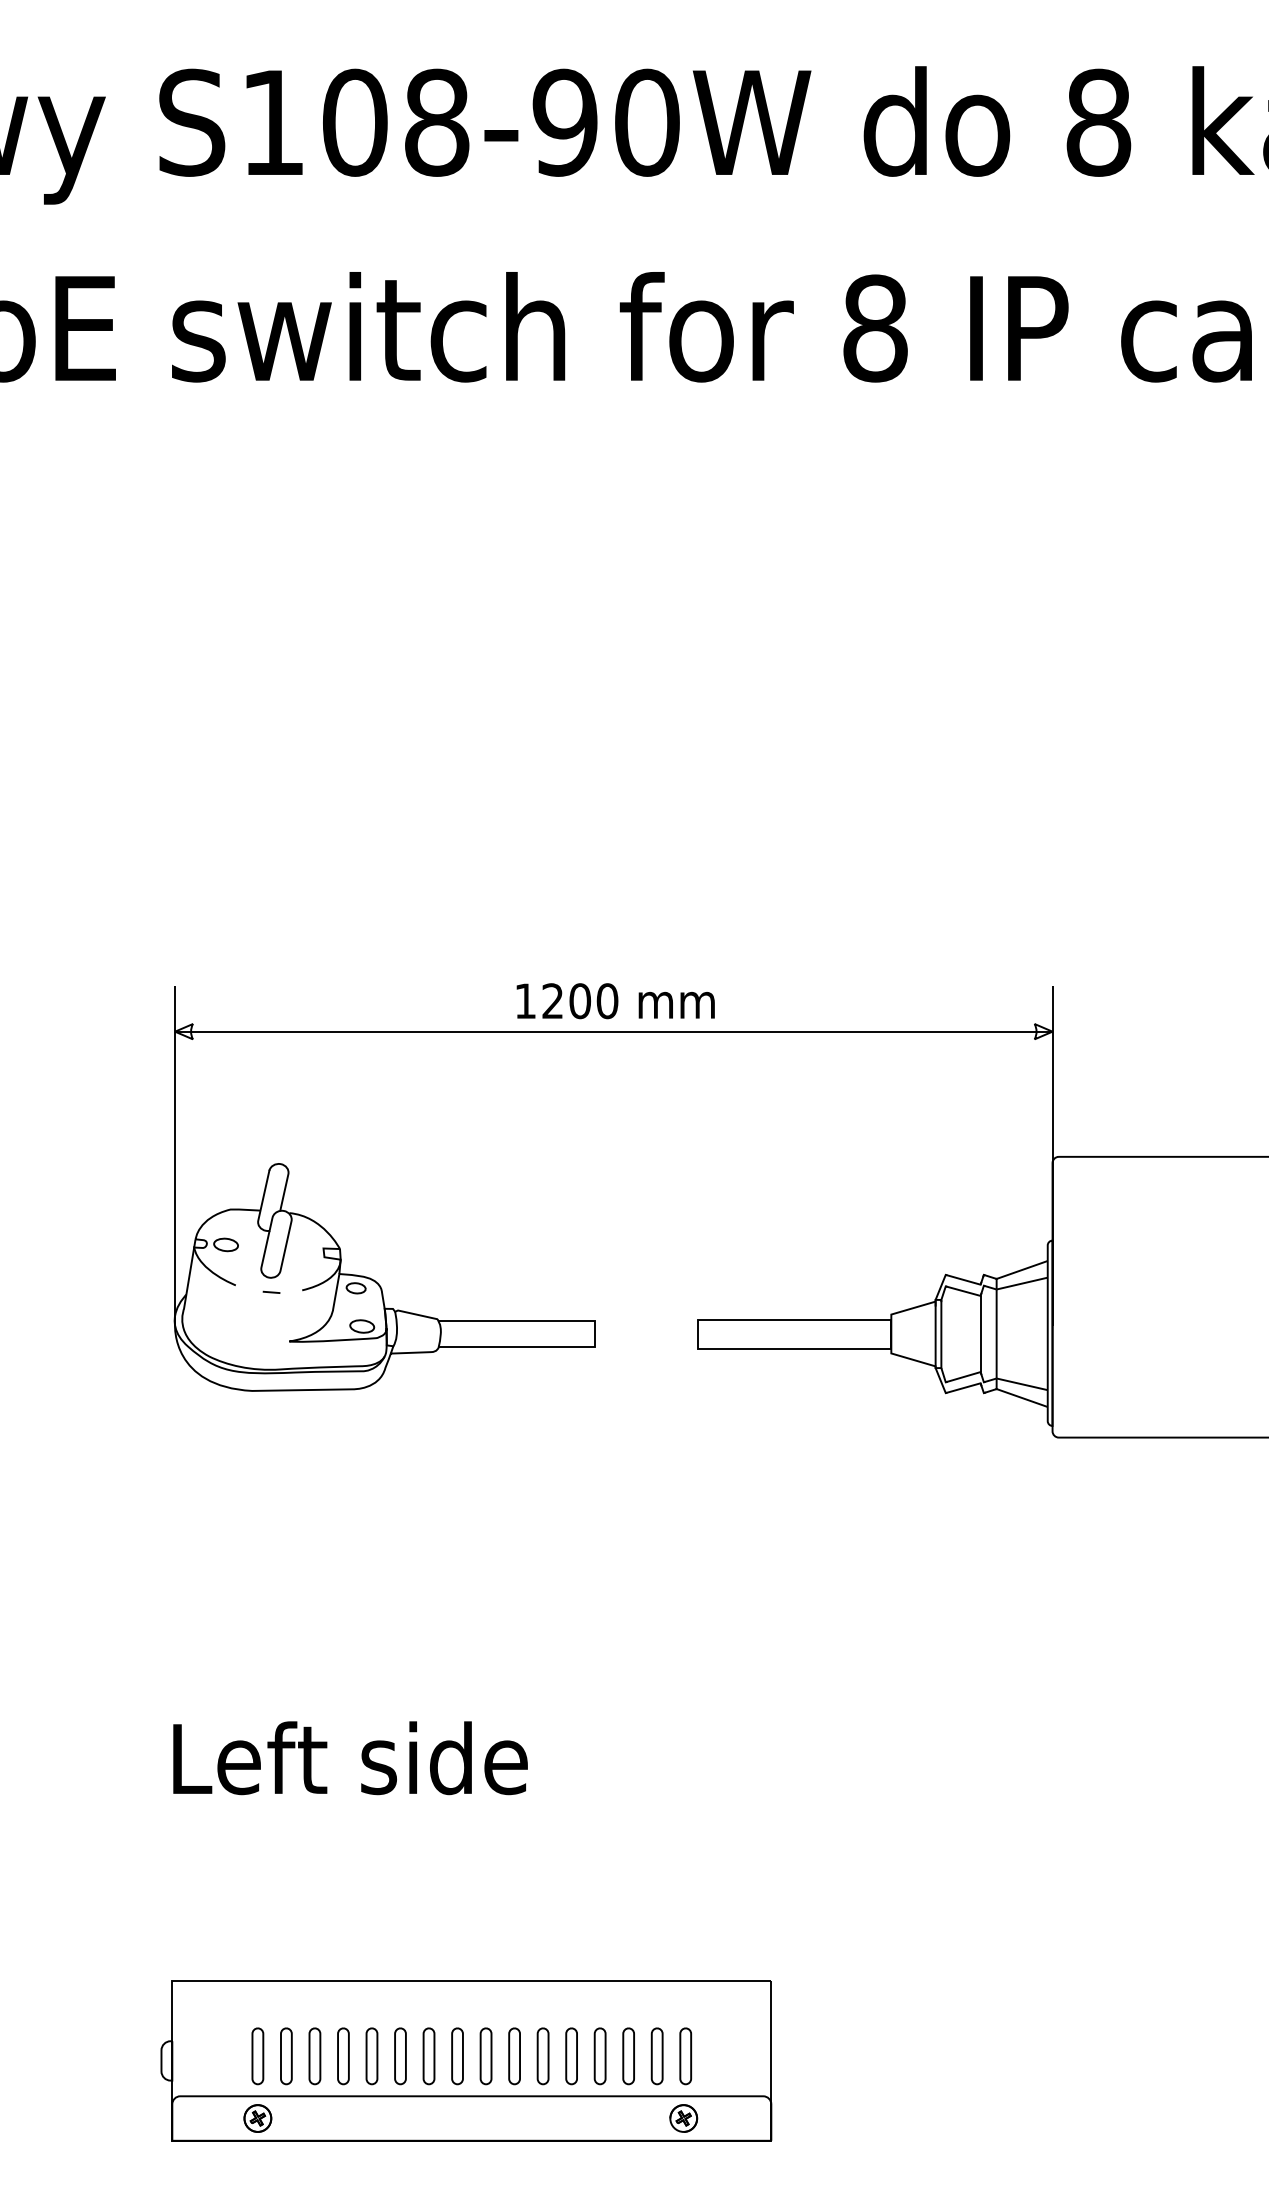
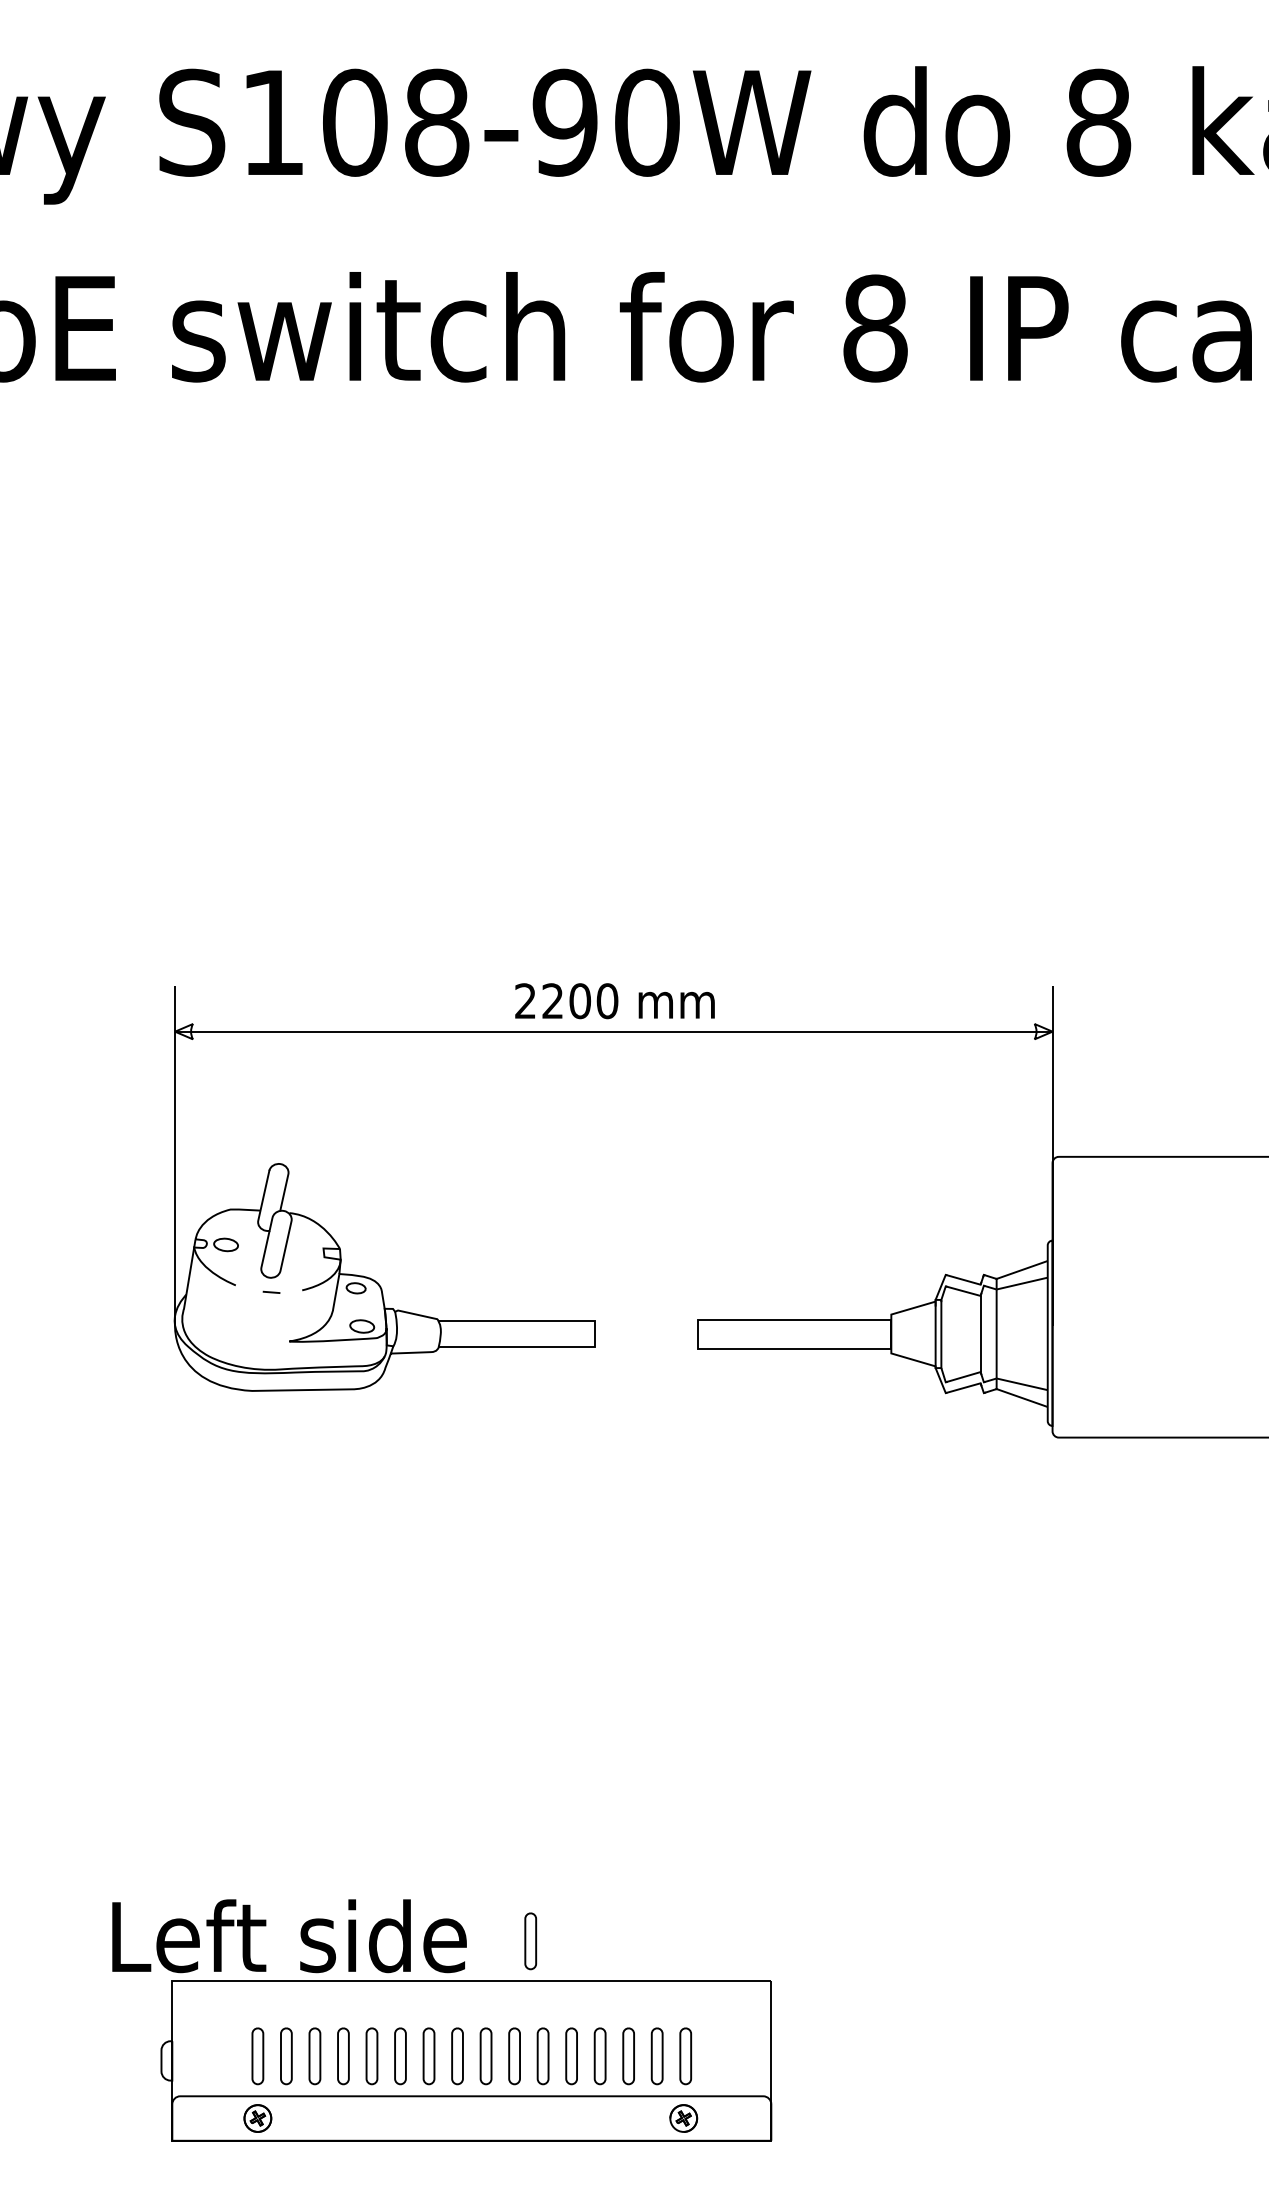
text at (525, 1000): 1200 -> 2200
text at (350, 1758) position: (350, 1758) -> (289, 1936)
part at (530, 1941): none -> present
